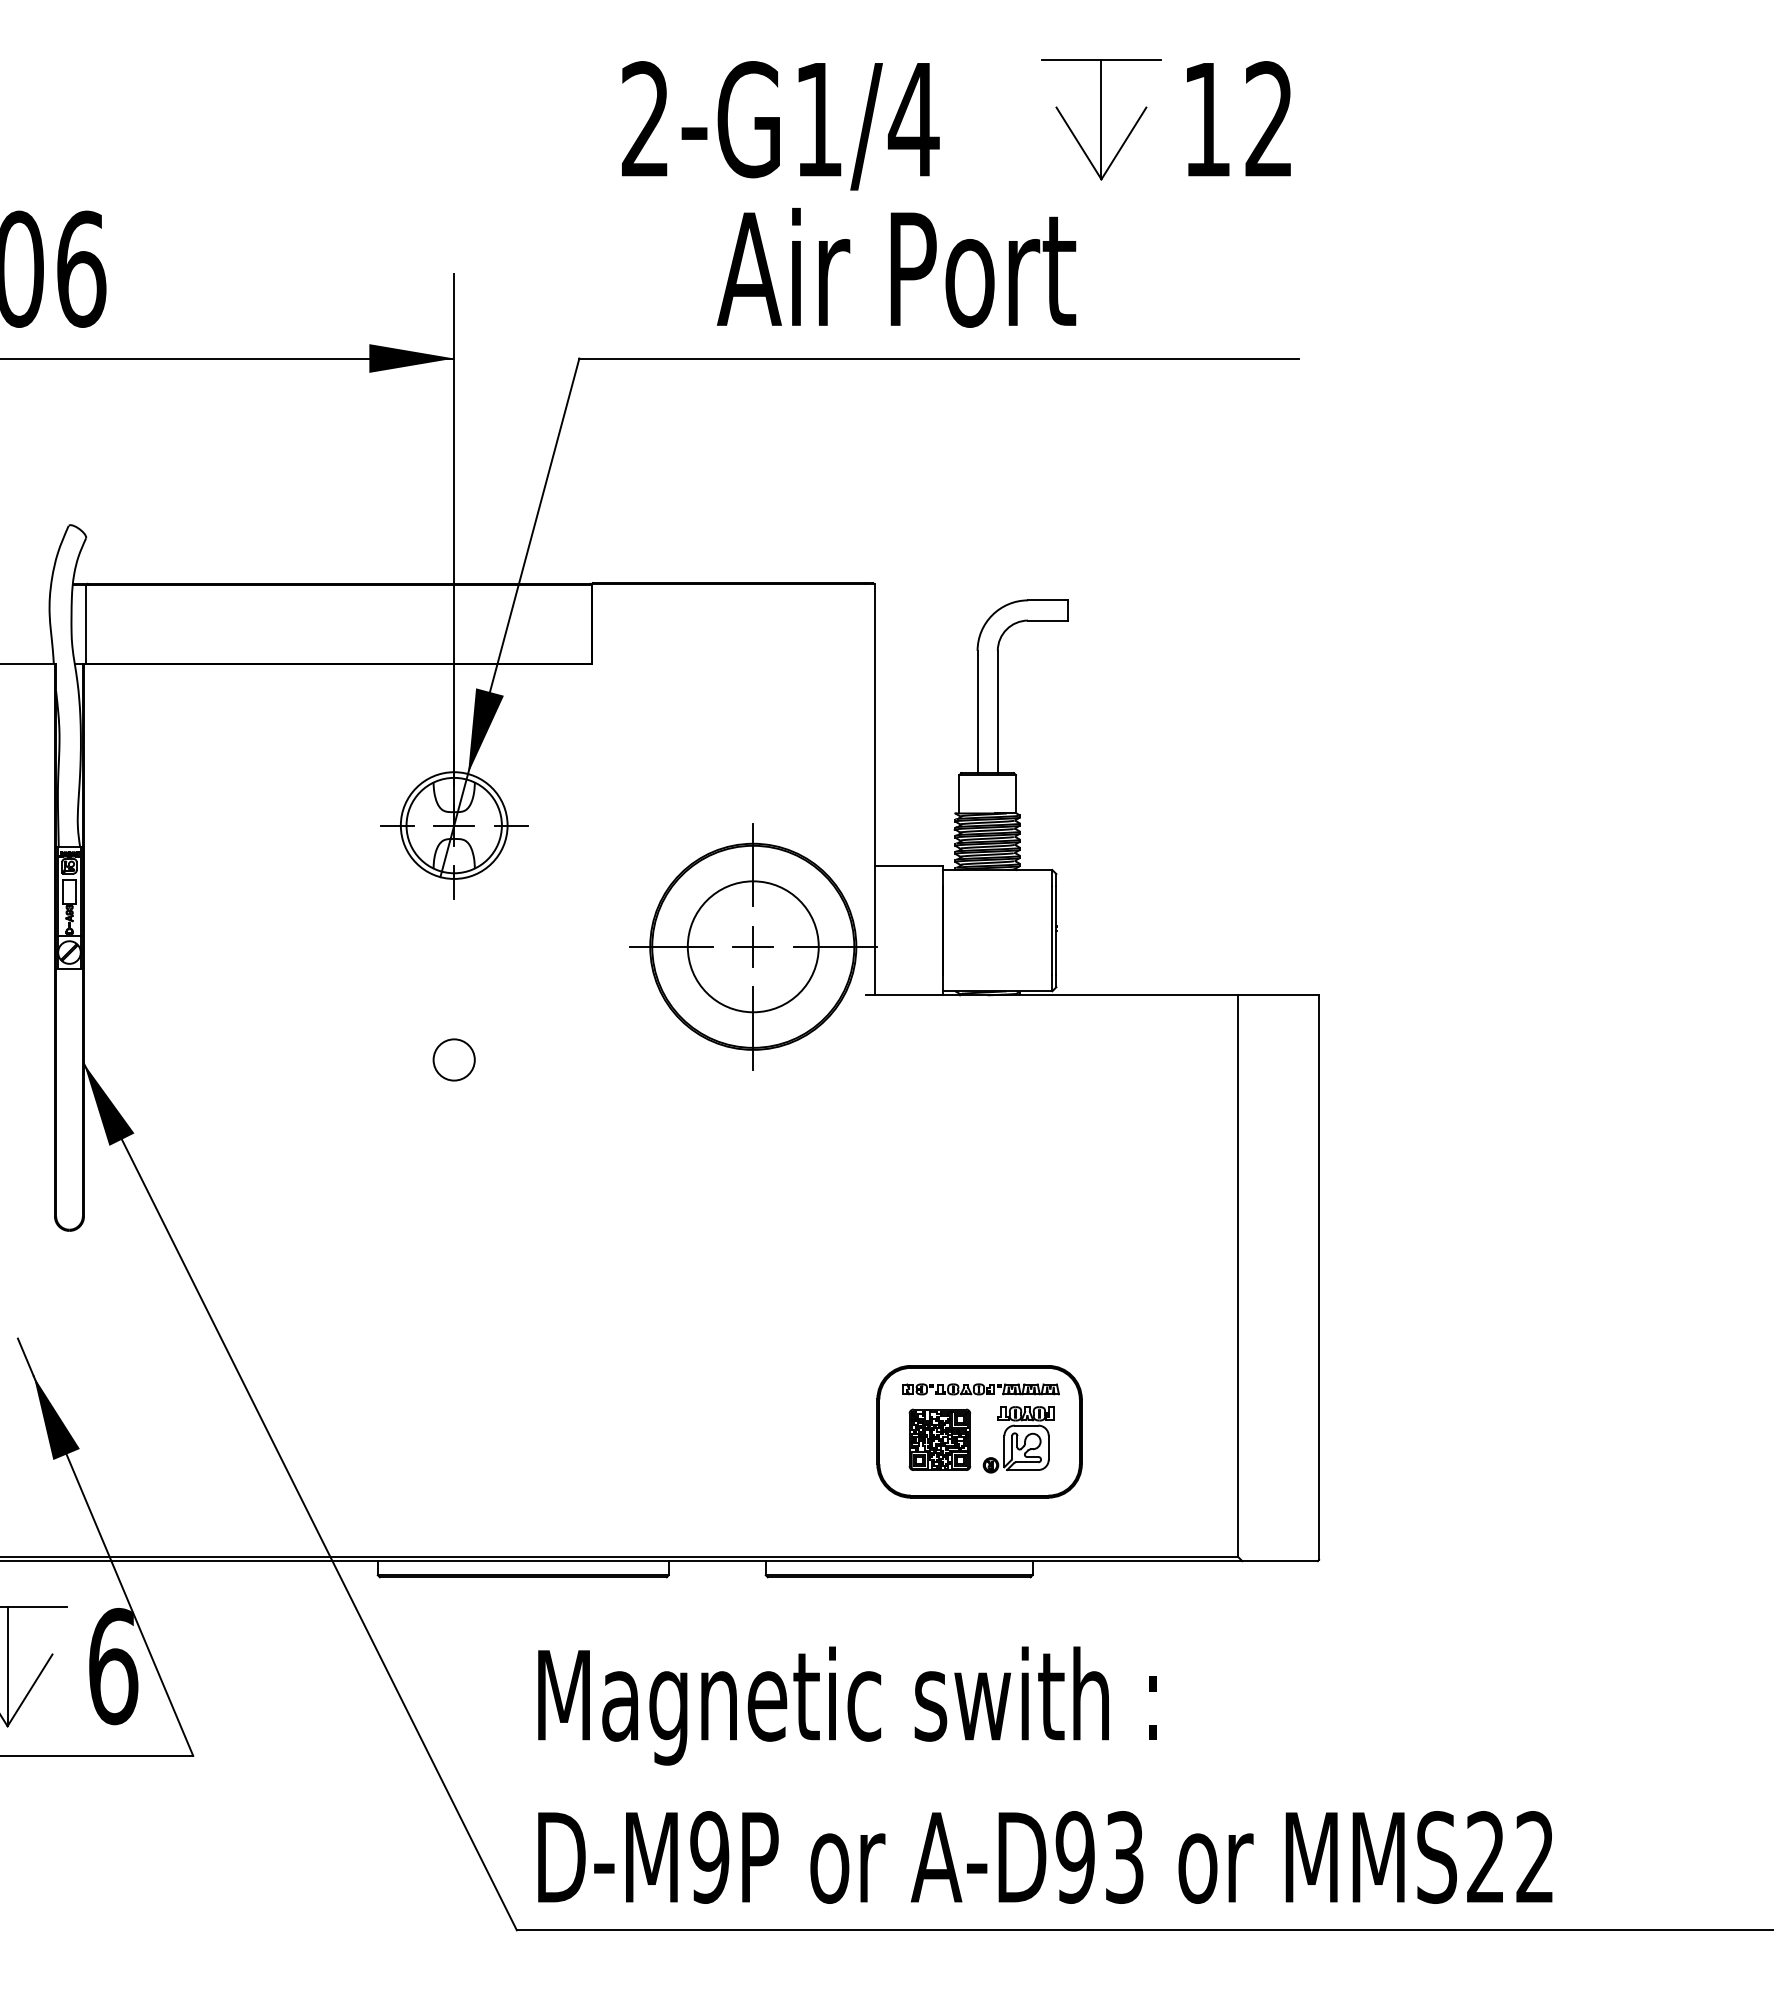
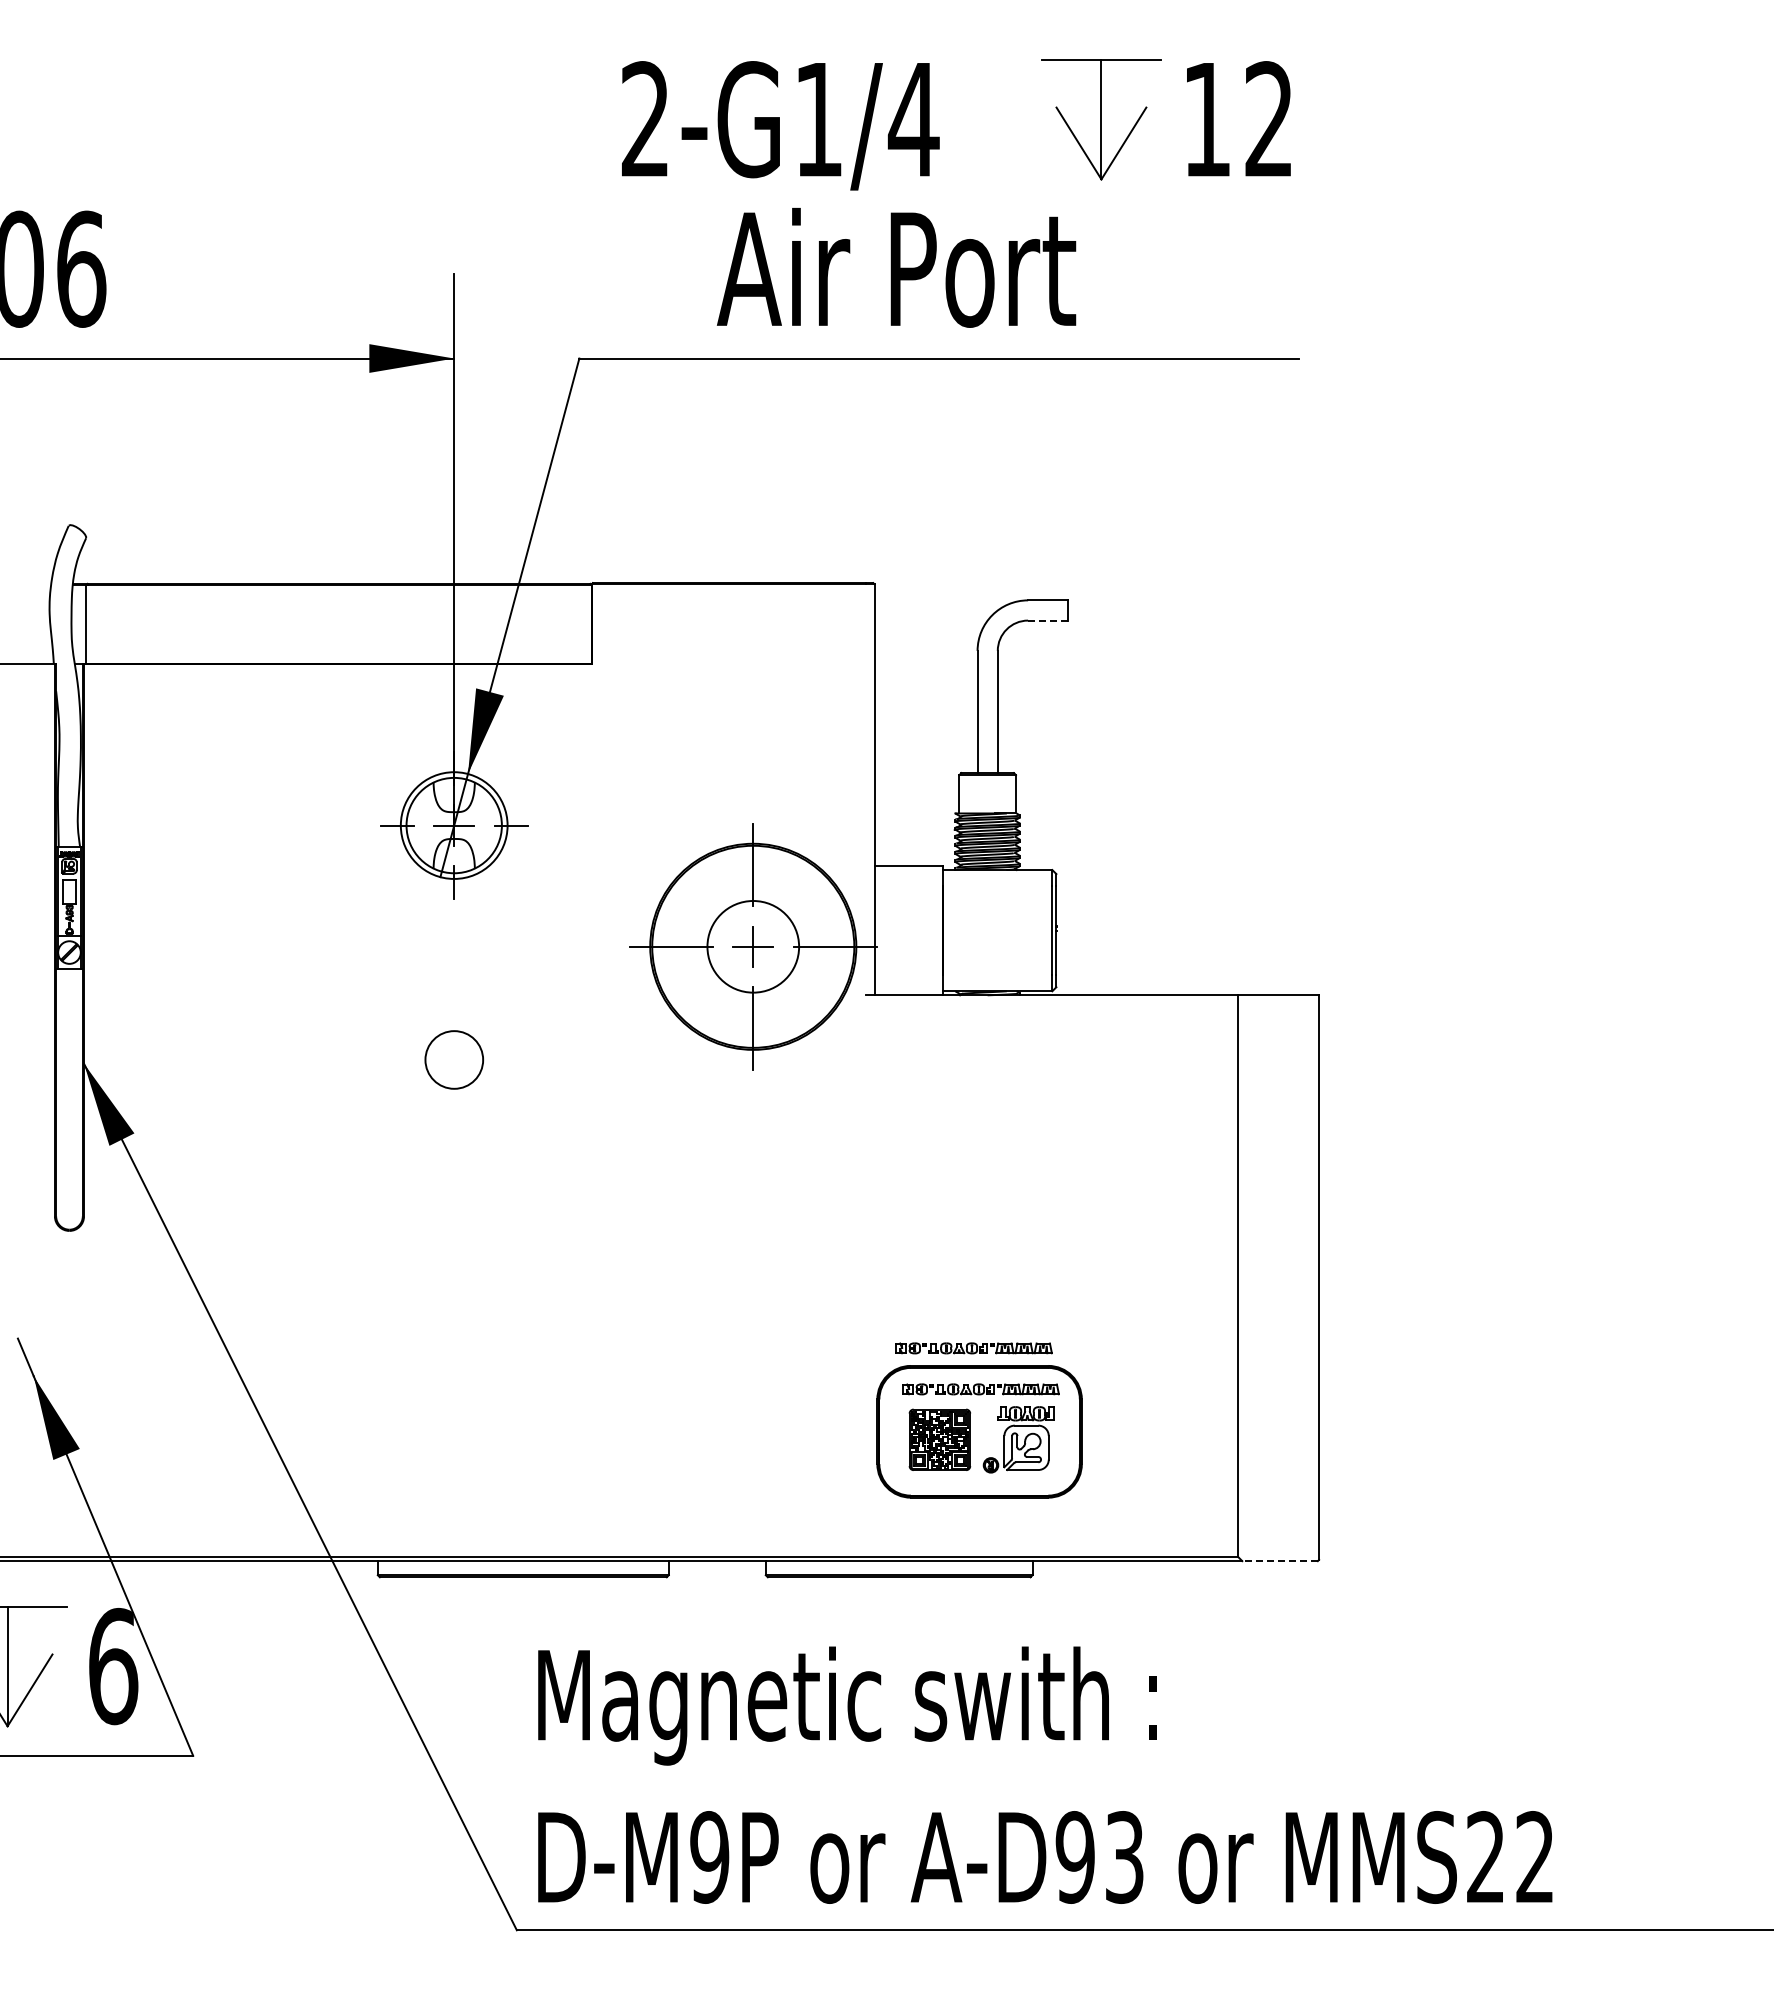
line at (1047, 620): solid -> dashed
circle at (752, 946) diameter: 131 px -> 92 px
circle at (453, 1059) size: 44x44 px -> 61x60 px
part at (973, 1348): none -> present
line at (1280, 1561): solid -> dashed
